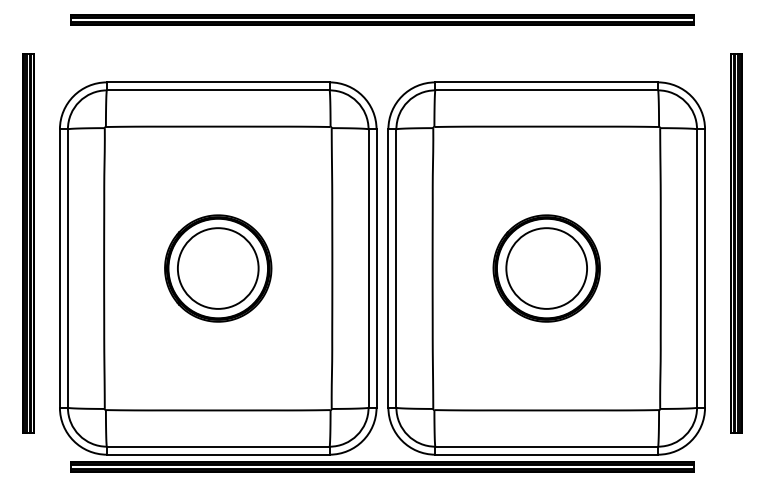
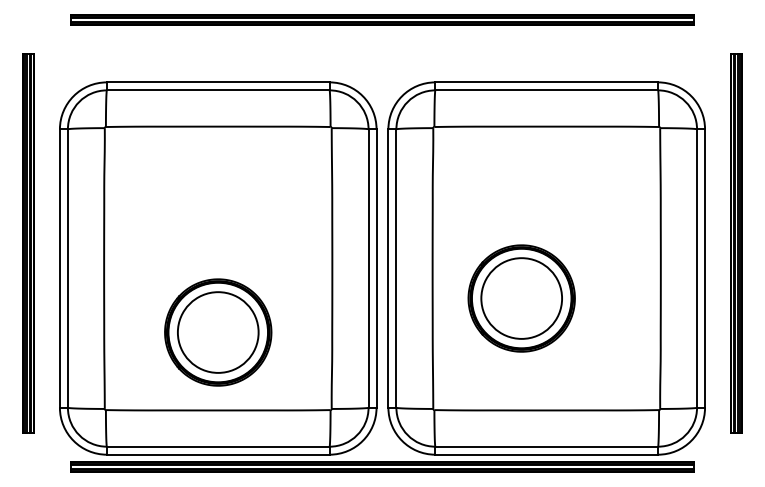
part at (218, 268) position: (218, 268) -> (218, 332)
part at (546, 268) position: (546, 268) -> (521, 298)
